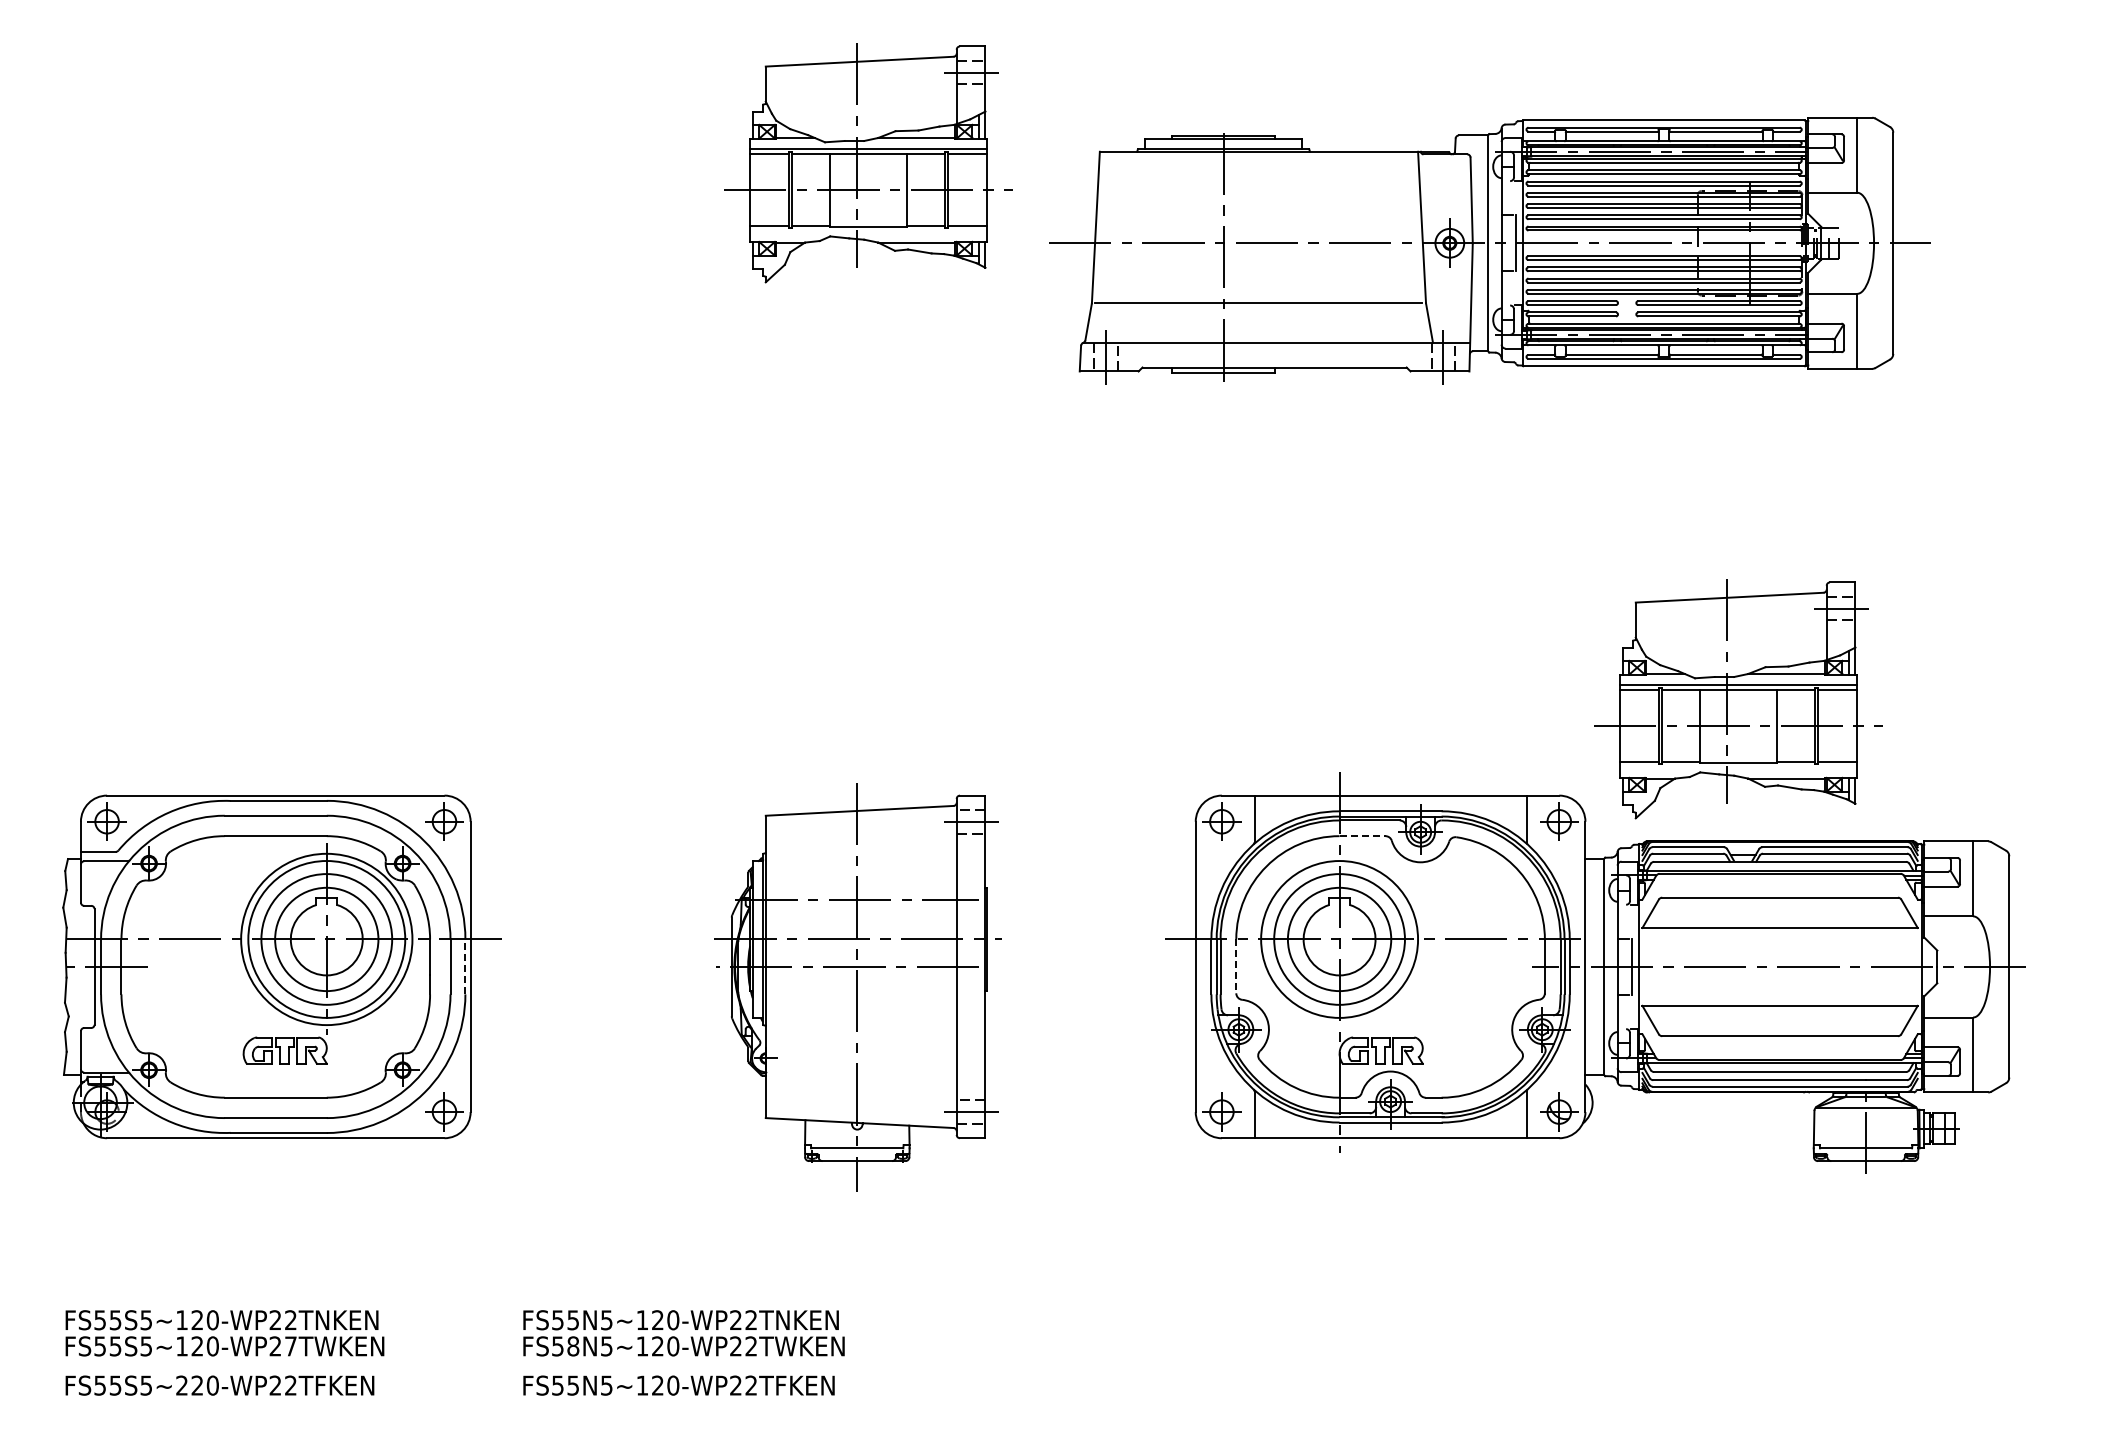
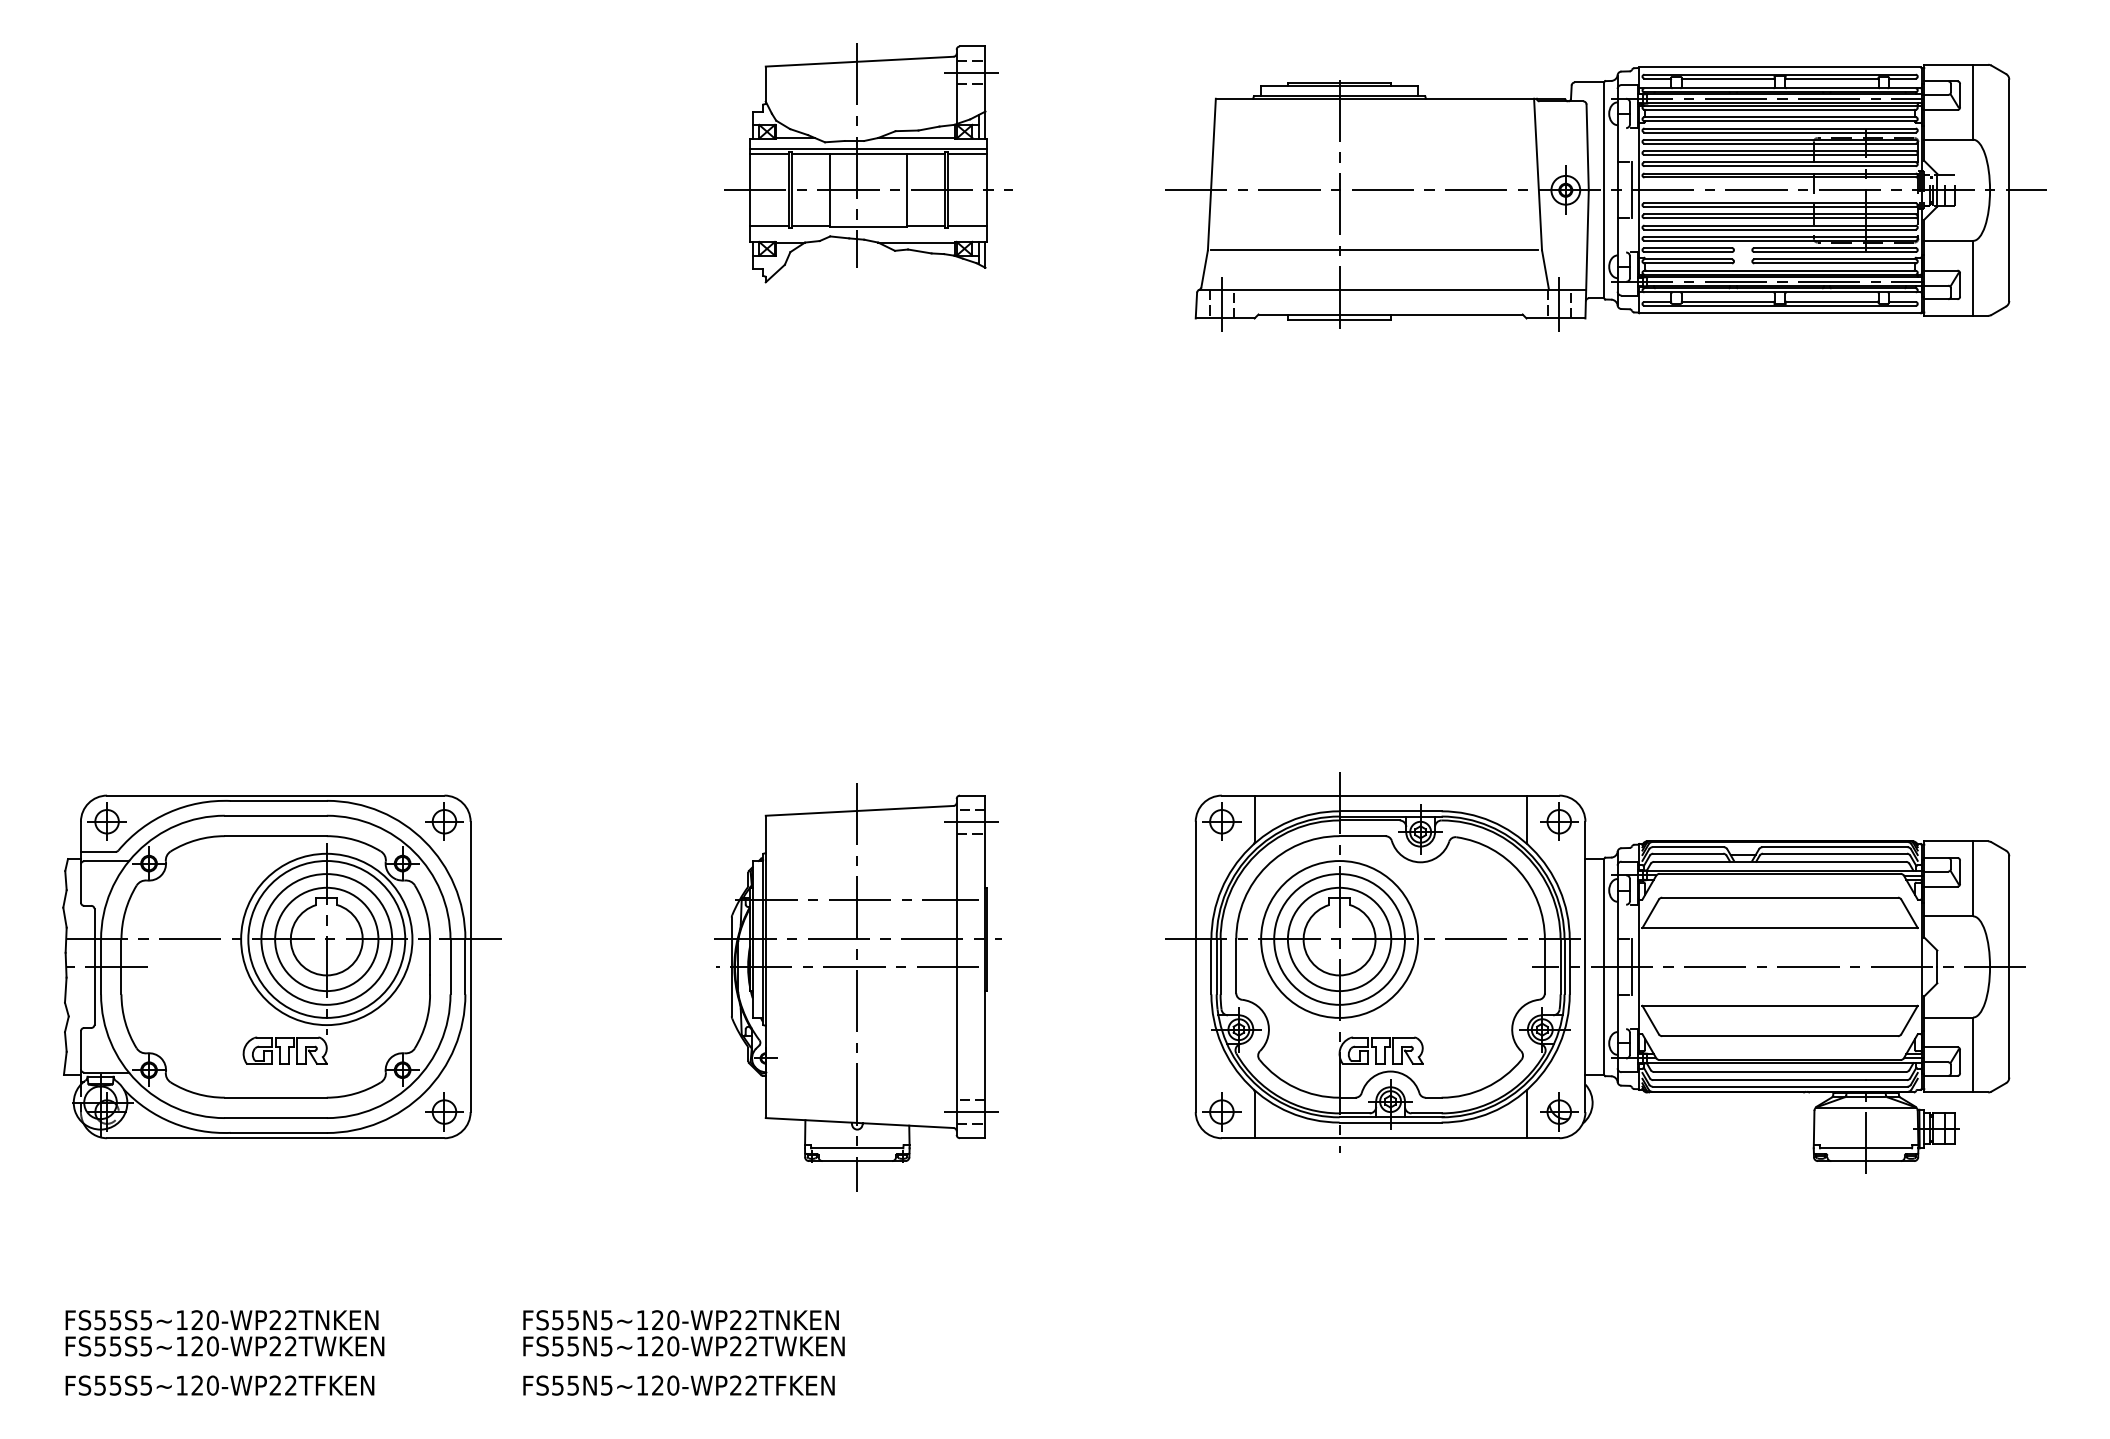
part at (1489, 250) position: (1489, 250) -> (1605, 197)
part at (1738, 699): present -> none
line at (1362, 836): dashed -> solid
line at (465, 966): dashed -> solid
line at (1236, 966): dashed -> solid
text at (290, 1346): FS55S5~120-WP27TWKEN -> FS55S5~120-WP22TWKEN
text at (573, 1346): FS58N5~120-WP22TWKEN -> FS55N5~120-WP22TWKEN
text at (181, 1385): FS55S5~220-WP22TFKEN -> FS55S5~120-WP22TFKEN
